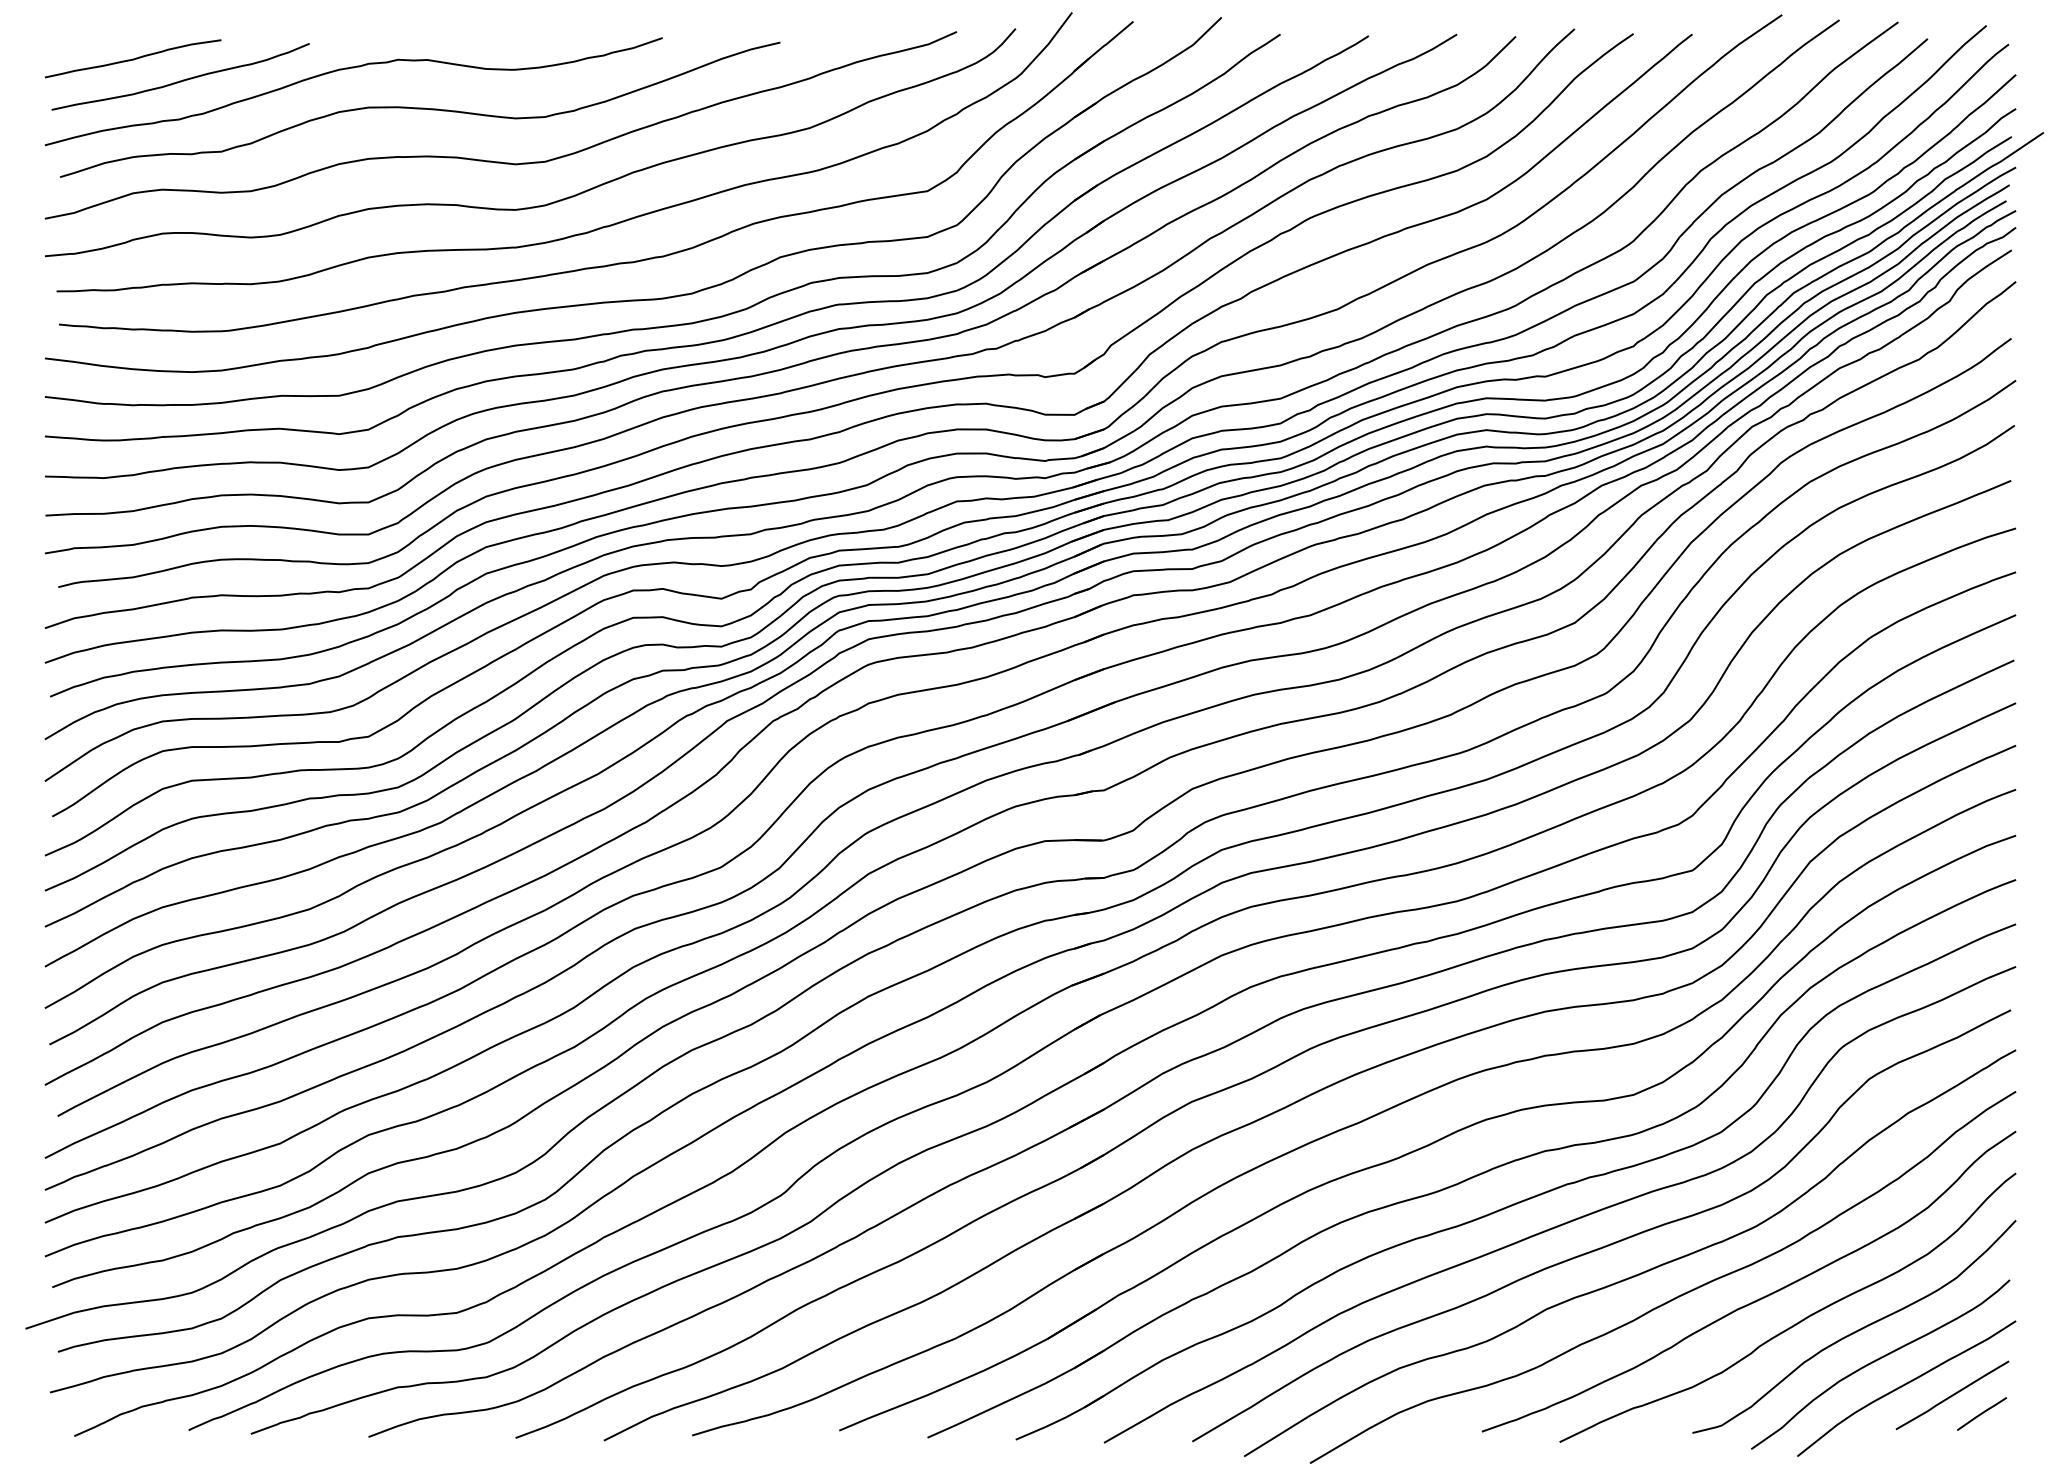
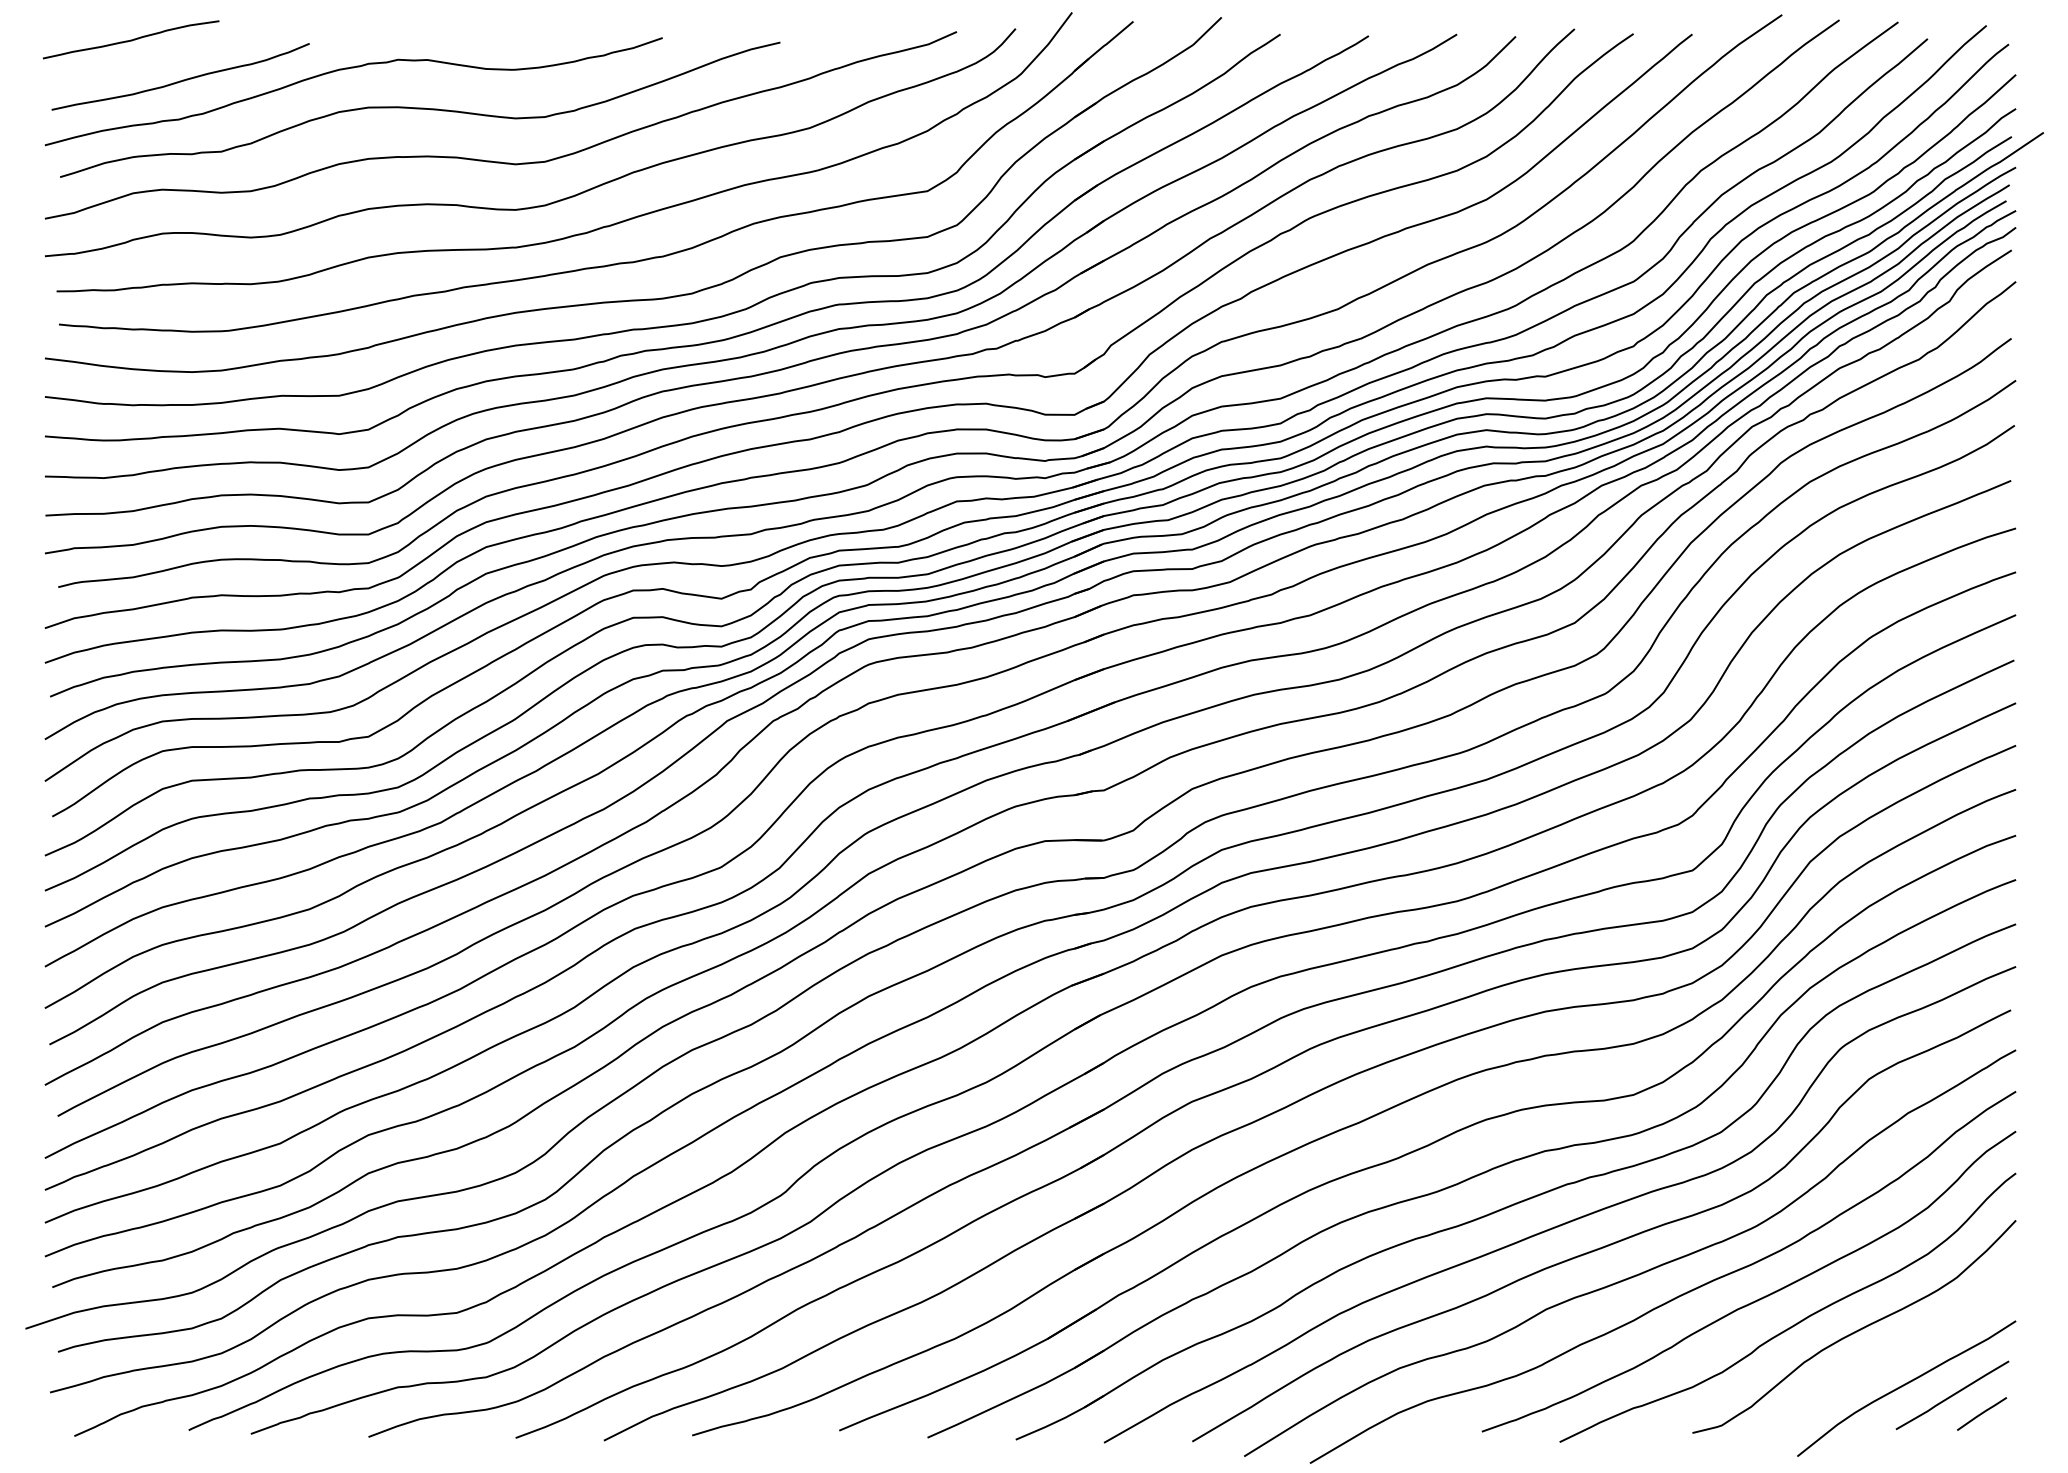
curve at (133, 58) position: (133, 58) -> (131, 39)
curve at (1878, 1360): present -> none
